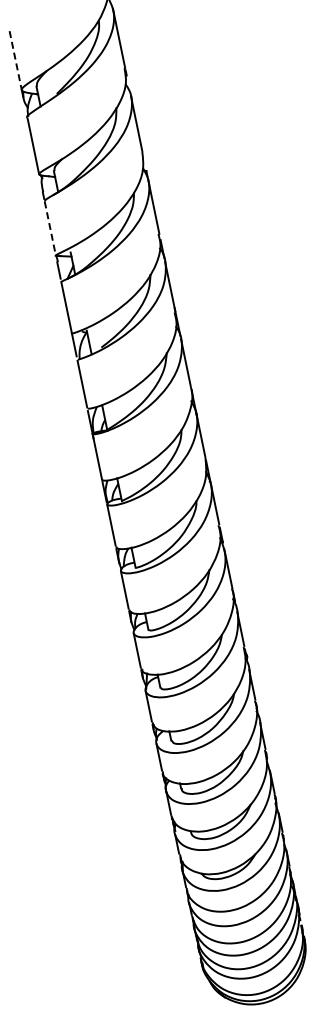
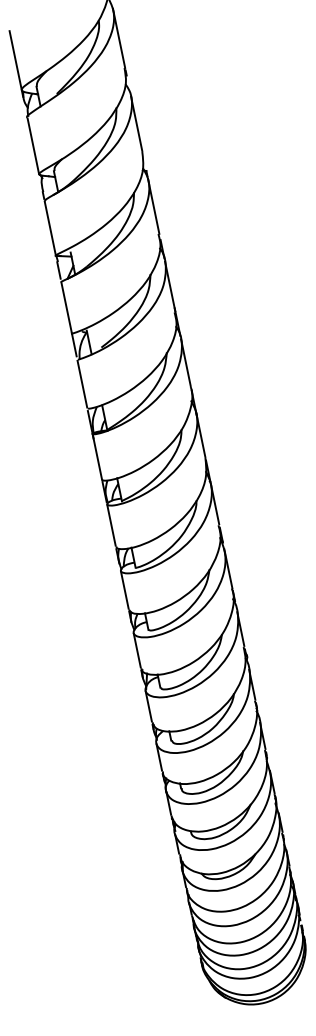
line at (15, 61): dashed -> solid
line at (50, 228): dashed -> solid
